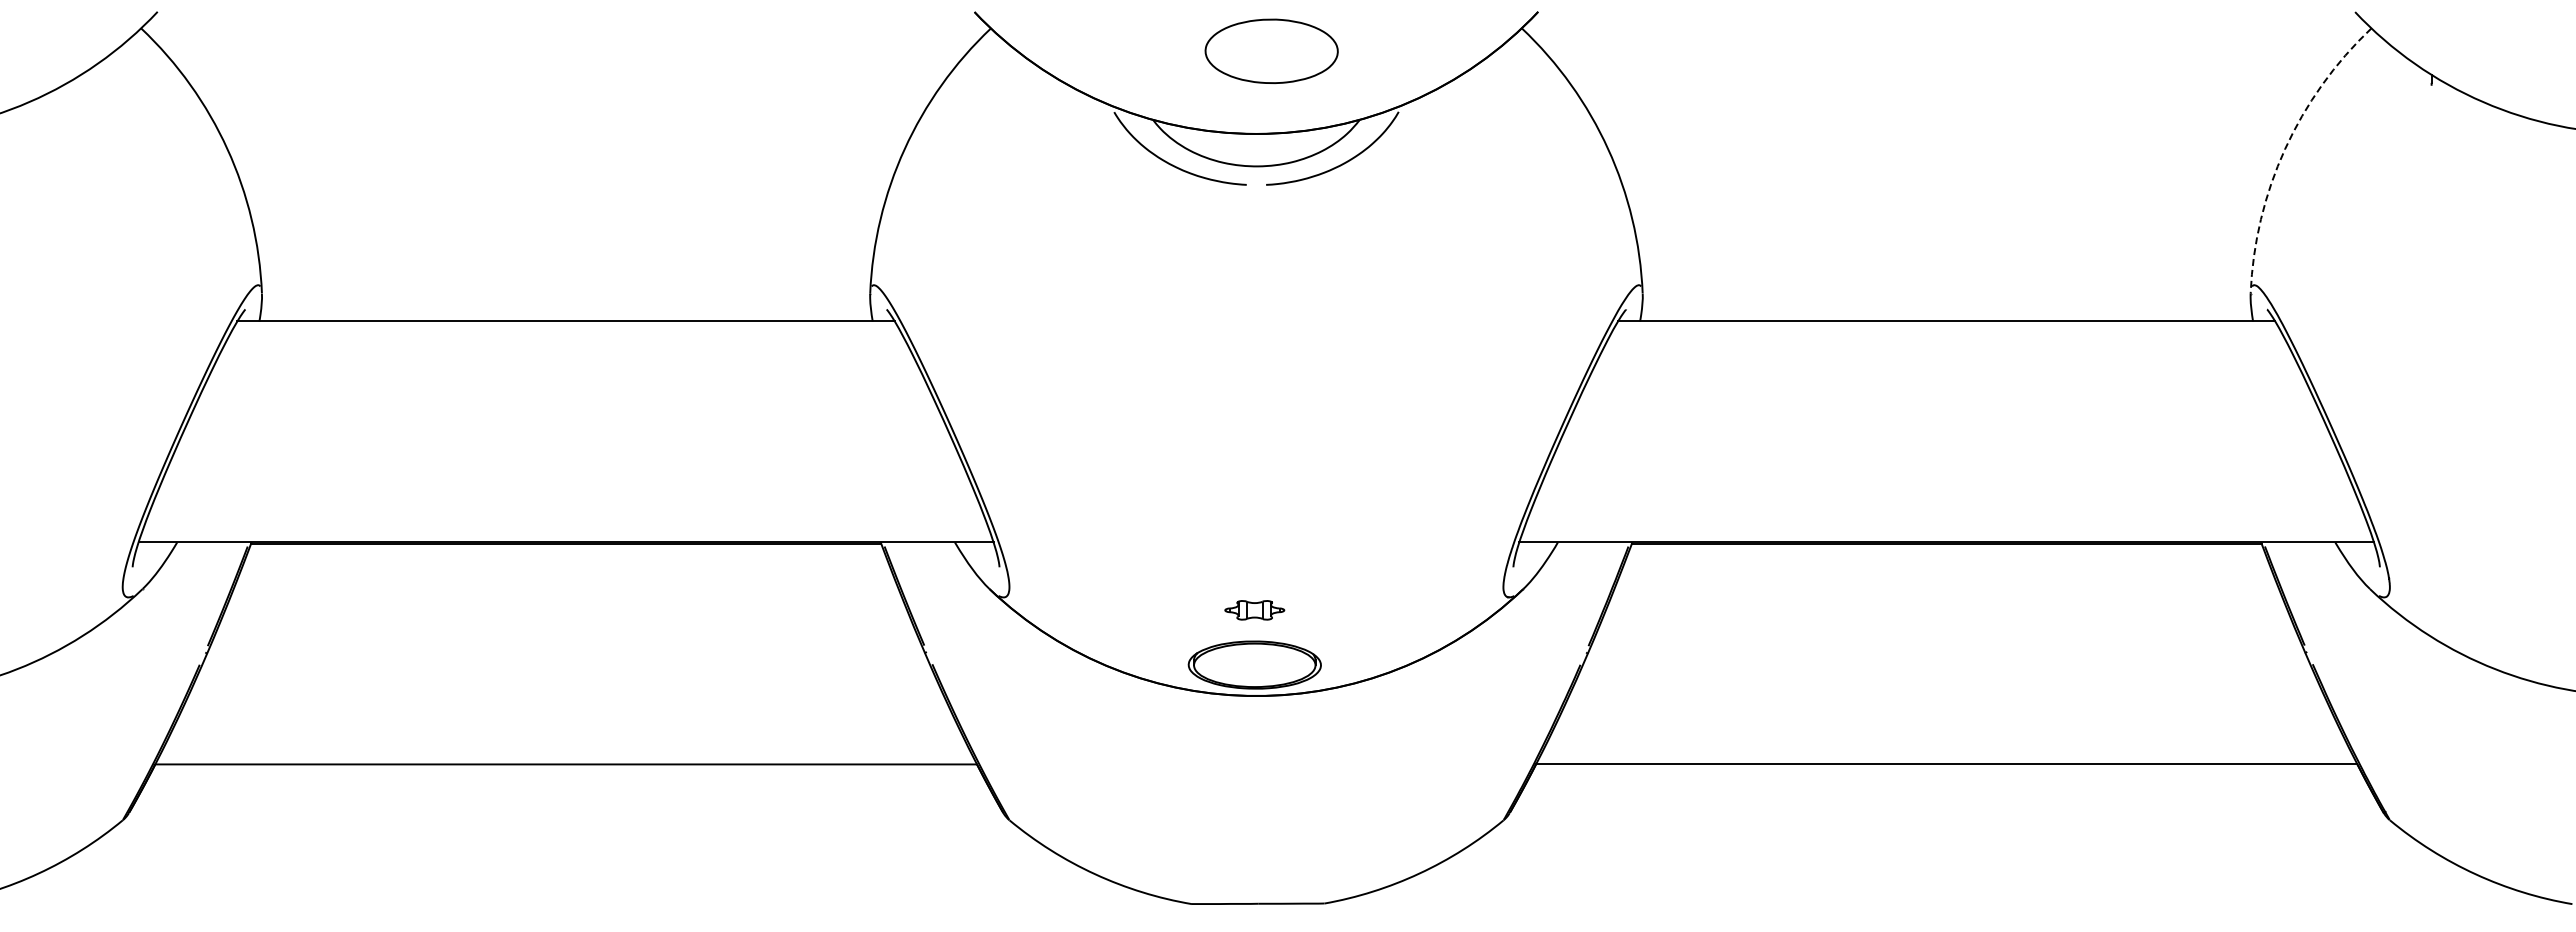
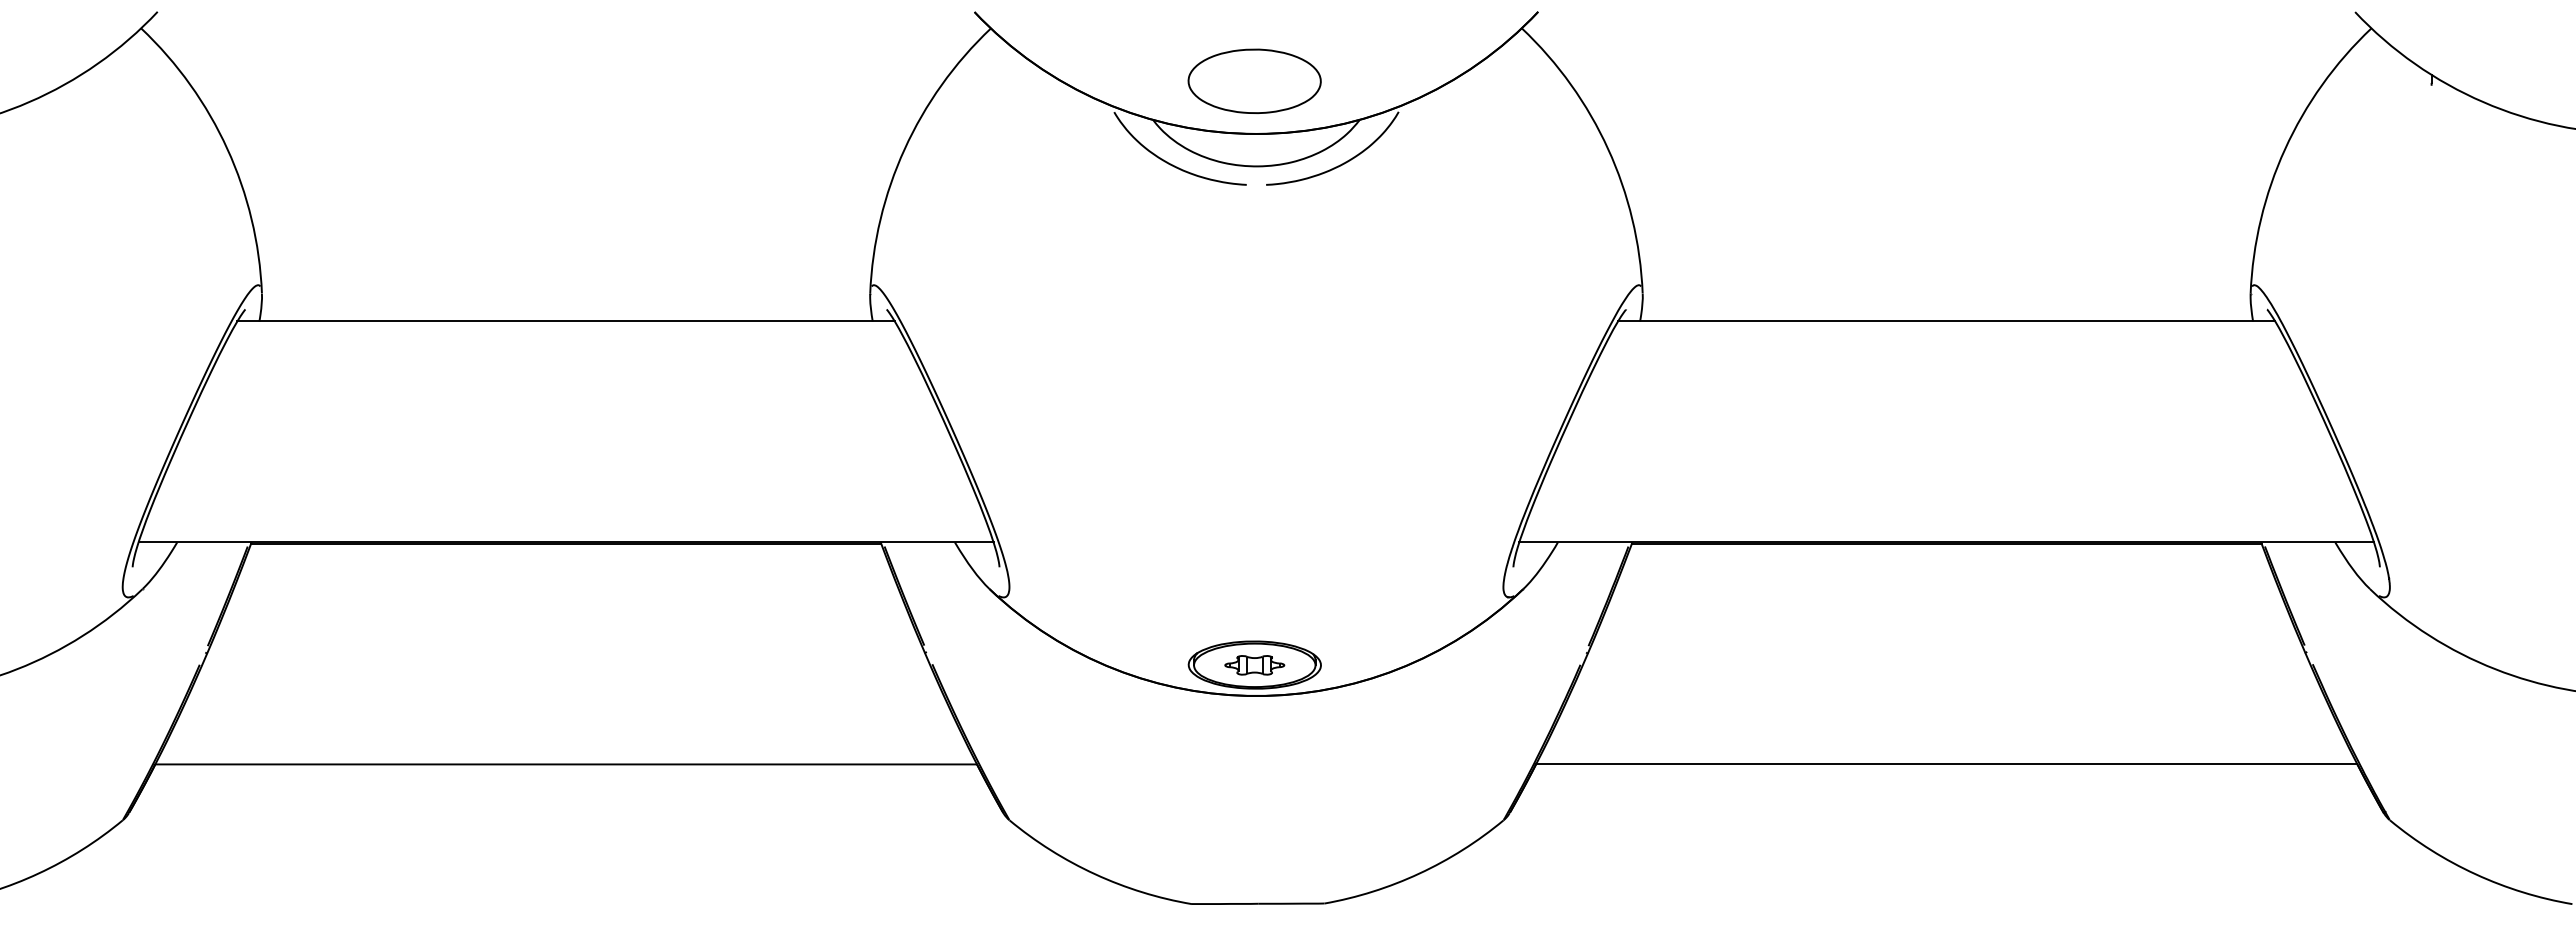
part at (1271, 50) position: (1271, 50) -> (1254, 80)
arc at (2285, 149): dashed -> solid
part at (1254, 610) position: (1254, 610) -> (1254, 665)
